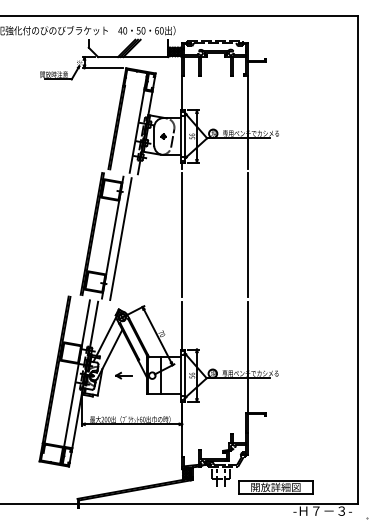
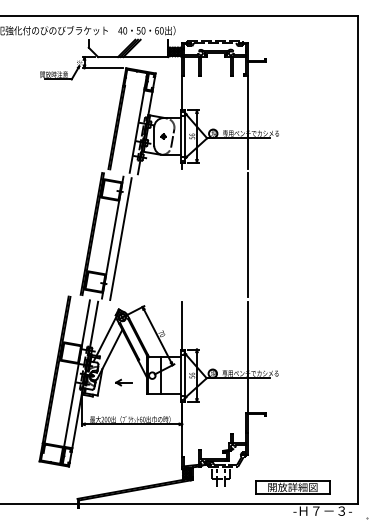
line at (182, 235): present -> none
part at (123, 375) position: (123, 375) -> (123, 382)
part at (275, 487) position: (275, 487) -> (292, 487)
